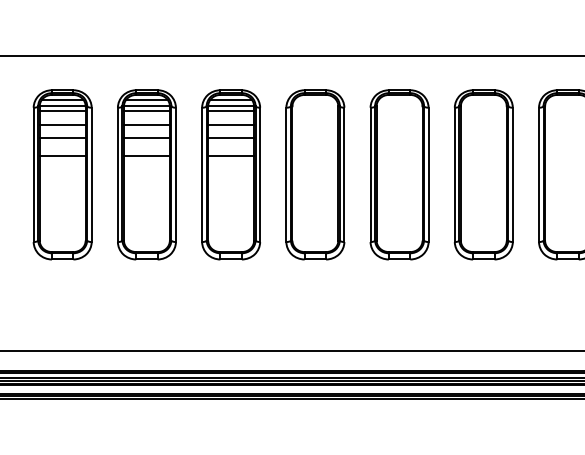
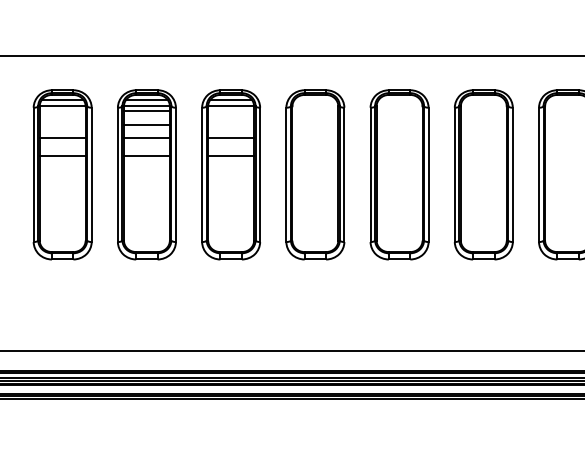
line at (62, 111): present -> none
line at (231, 111): present -> none
line at (62, 124): present -> none
line at (231, 124): present -> none
